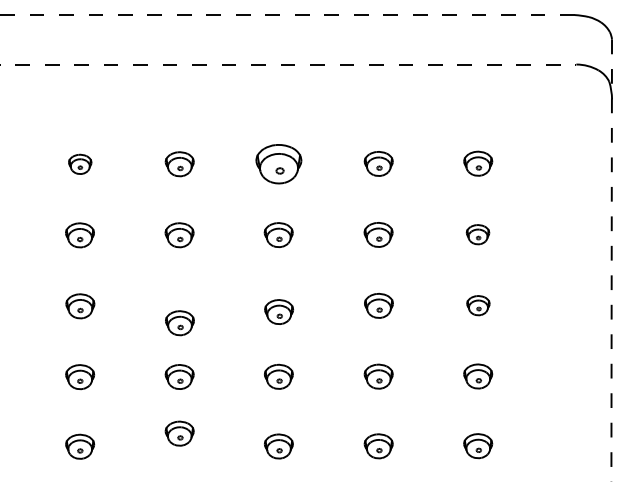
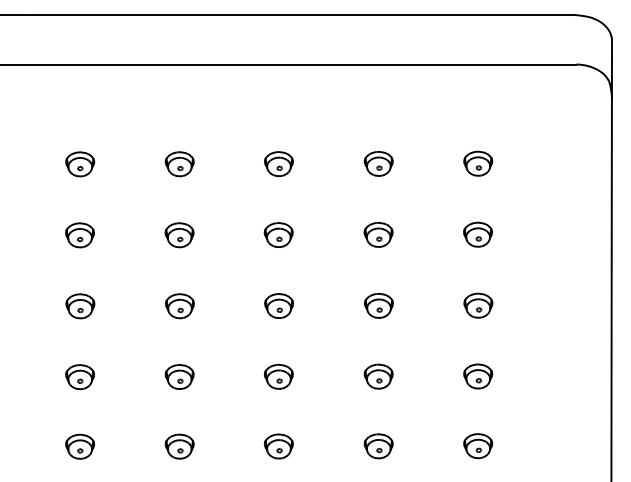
line at (286, 15): dashed -> solid
line at (288, 64): dashed -> solid
part at (80, 163) size: 25x22 px -> 31x27 px
part at (278, 164) size: 48x41 px -> 30x26 px
part at (477, 234) size: 26x22 px -> 30x27 px
line at (611, 260): dashed -> solid
part at (478, 305) size: 25x22 px -> 31x27 px
part at (279, 311) position: (279, 311) -> (279, 305)
part at (179, 323) position: (179, 323) -> (179, 306)
part at (179, 433) position: (179, 433) -> (179, 446)
